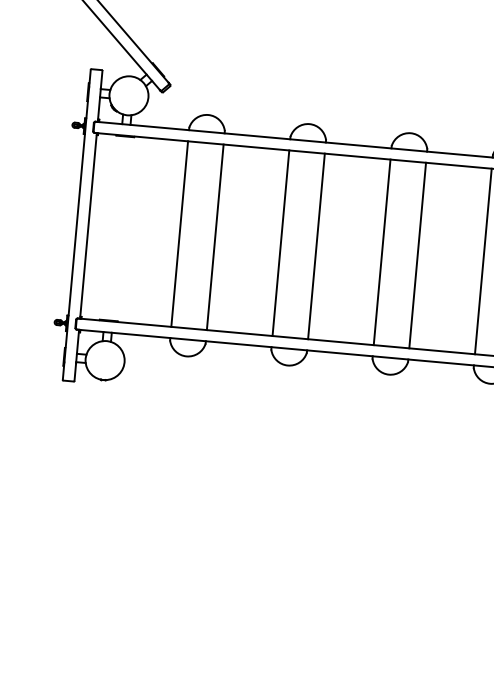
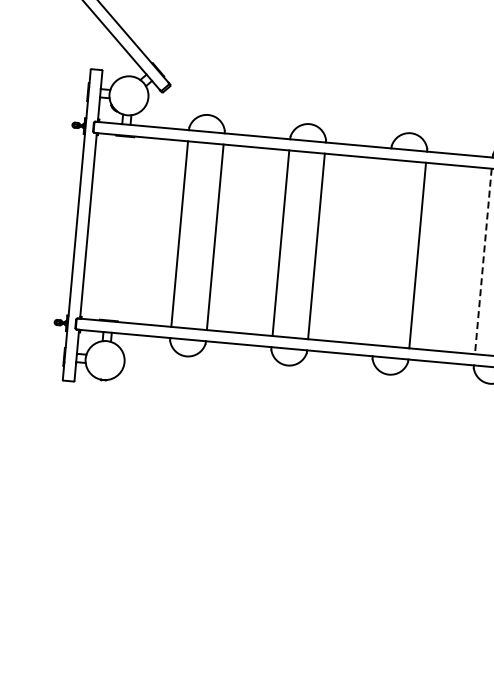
line at (381, 252): present -> none
line at (483, 261): solid -> dashed
